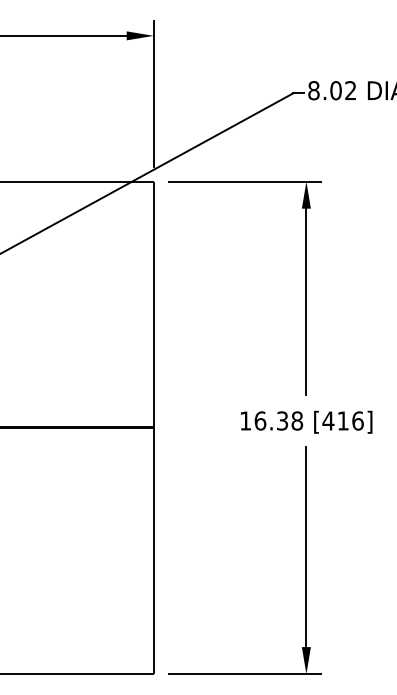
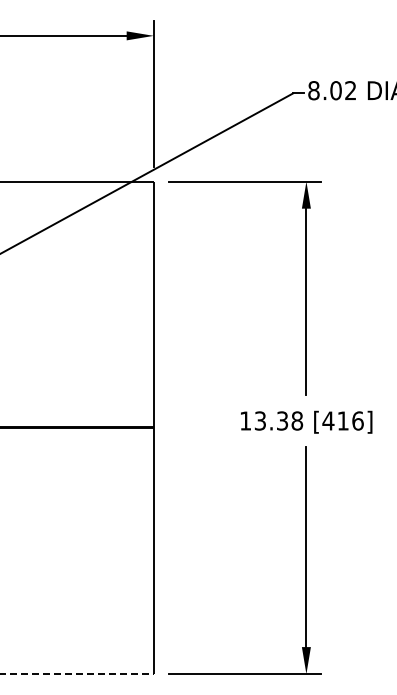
text at (260, 420): 16.38 -> 13.38
line at (77, 674): solid -> dashed
